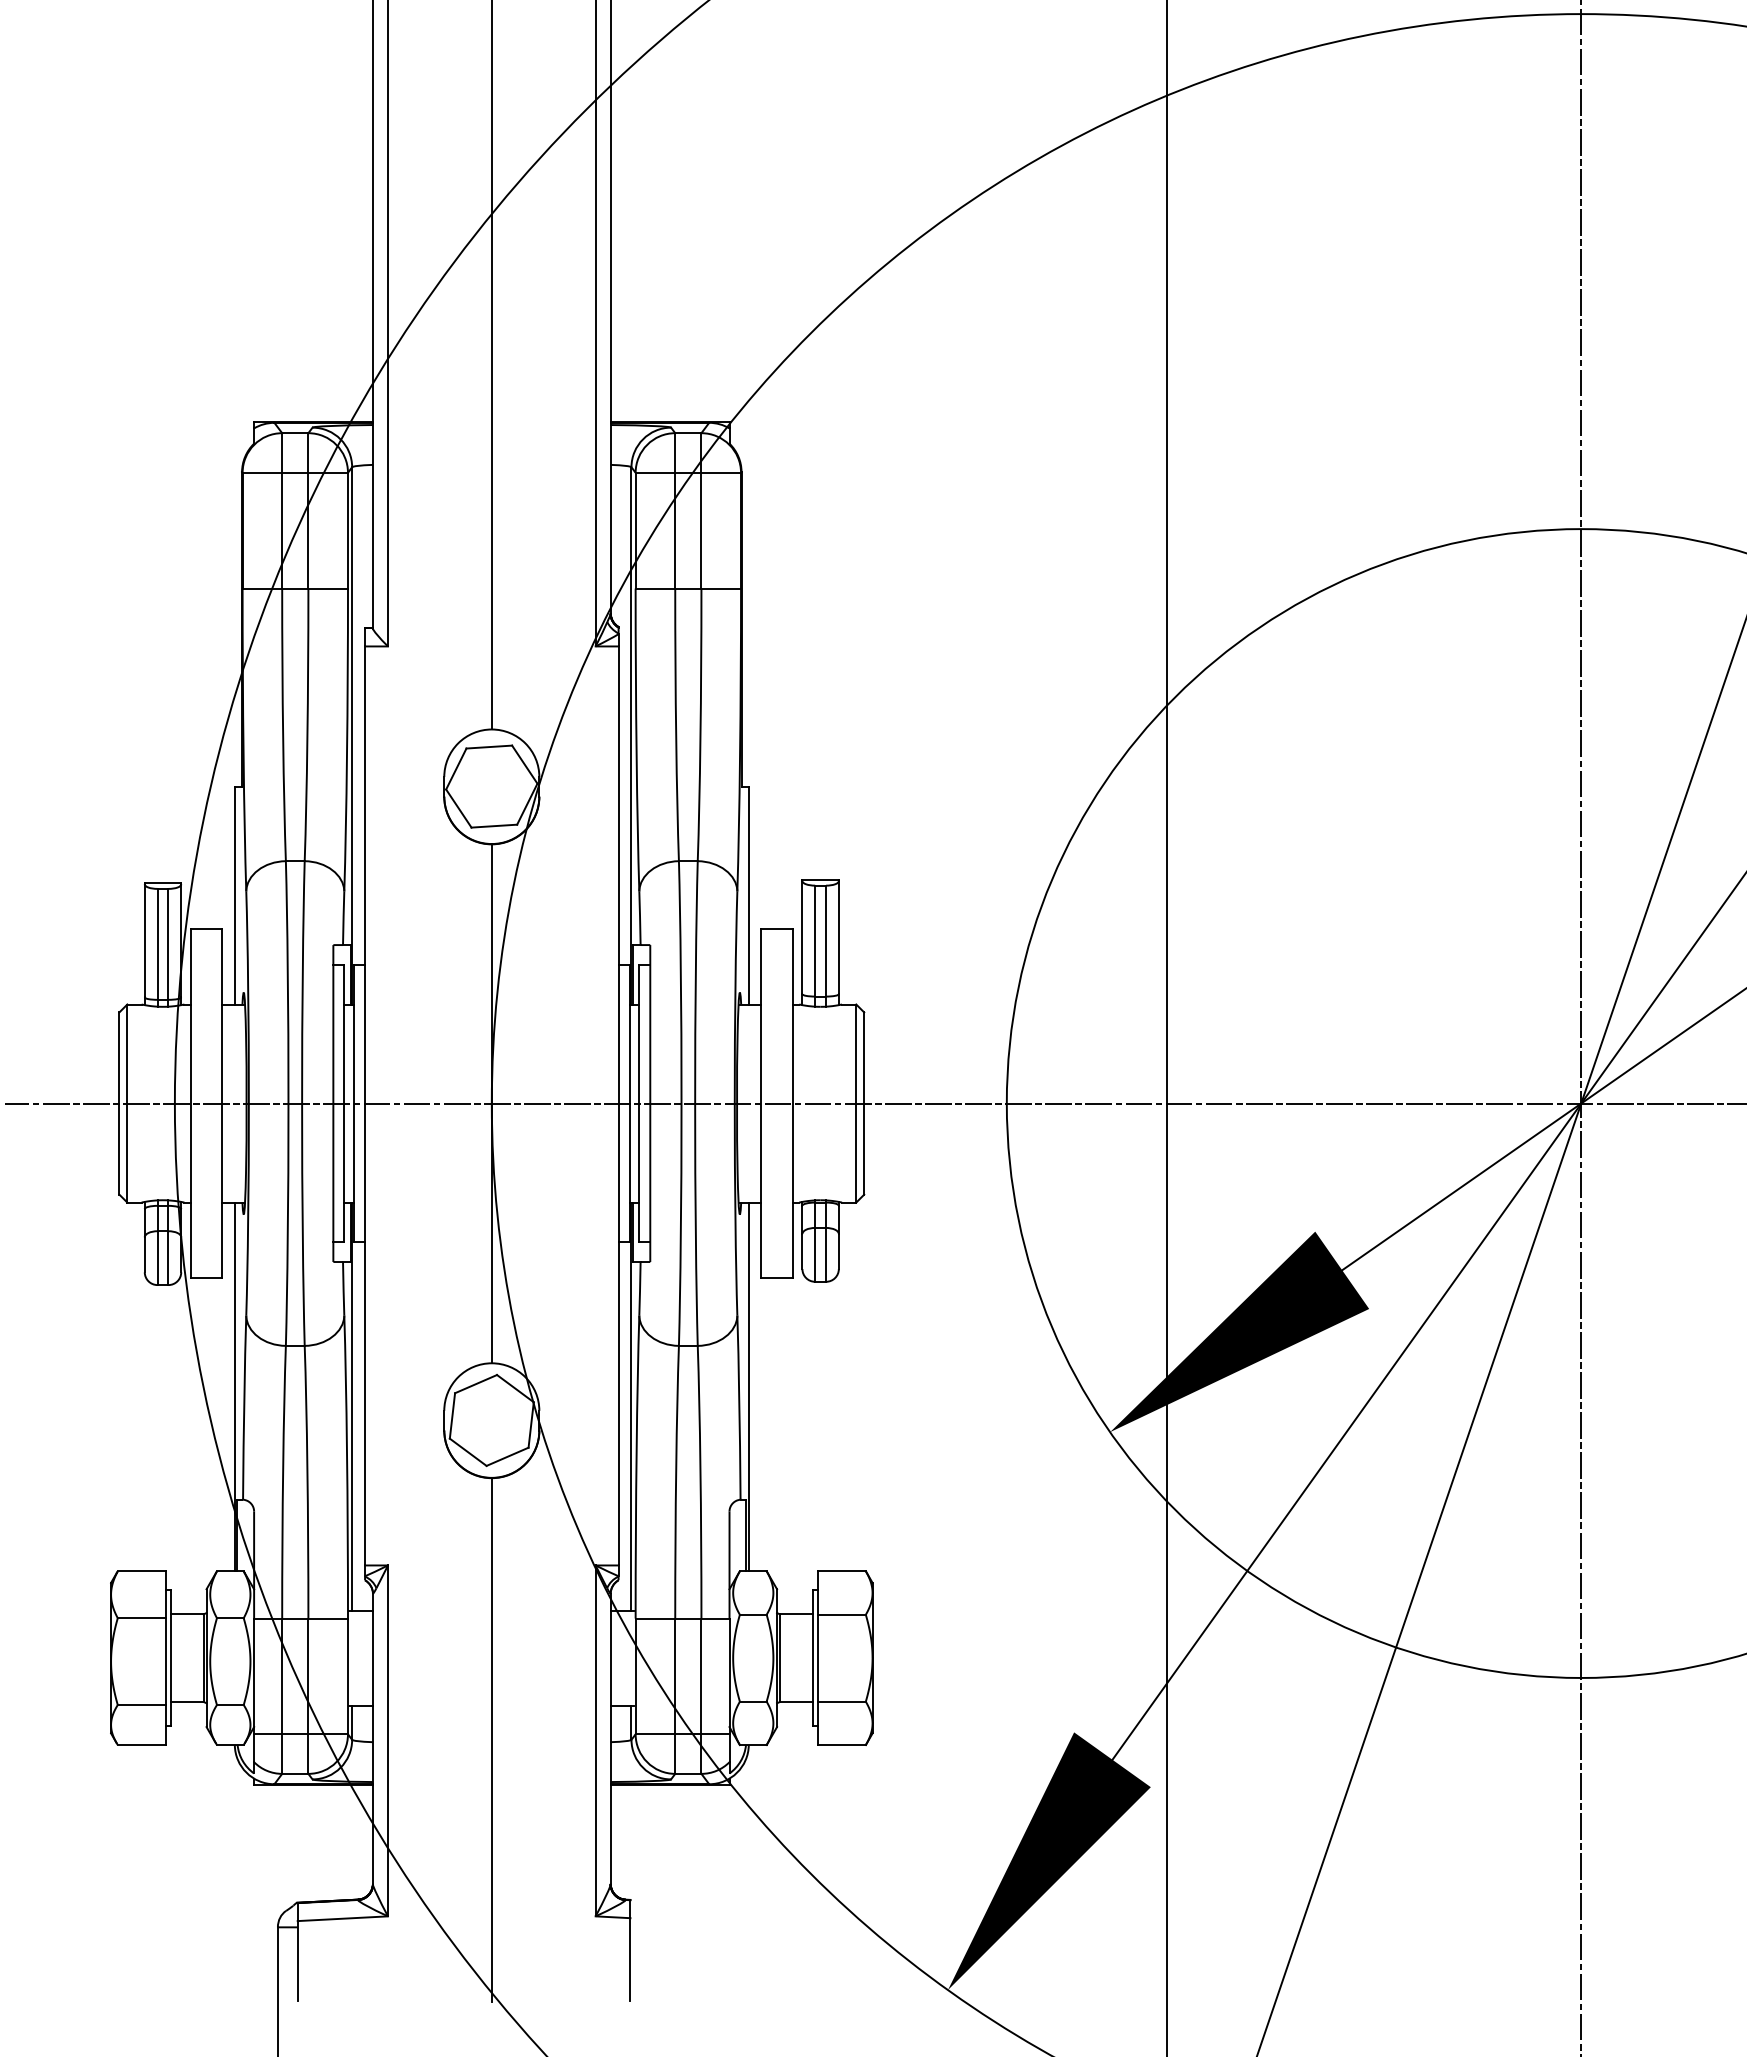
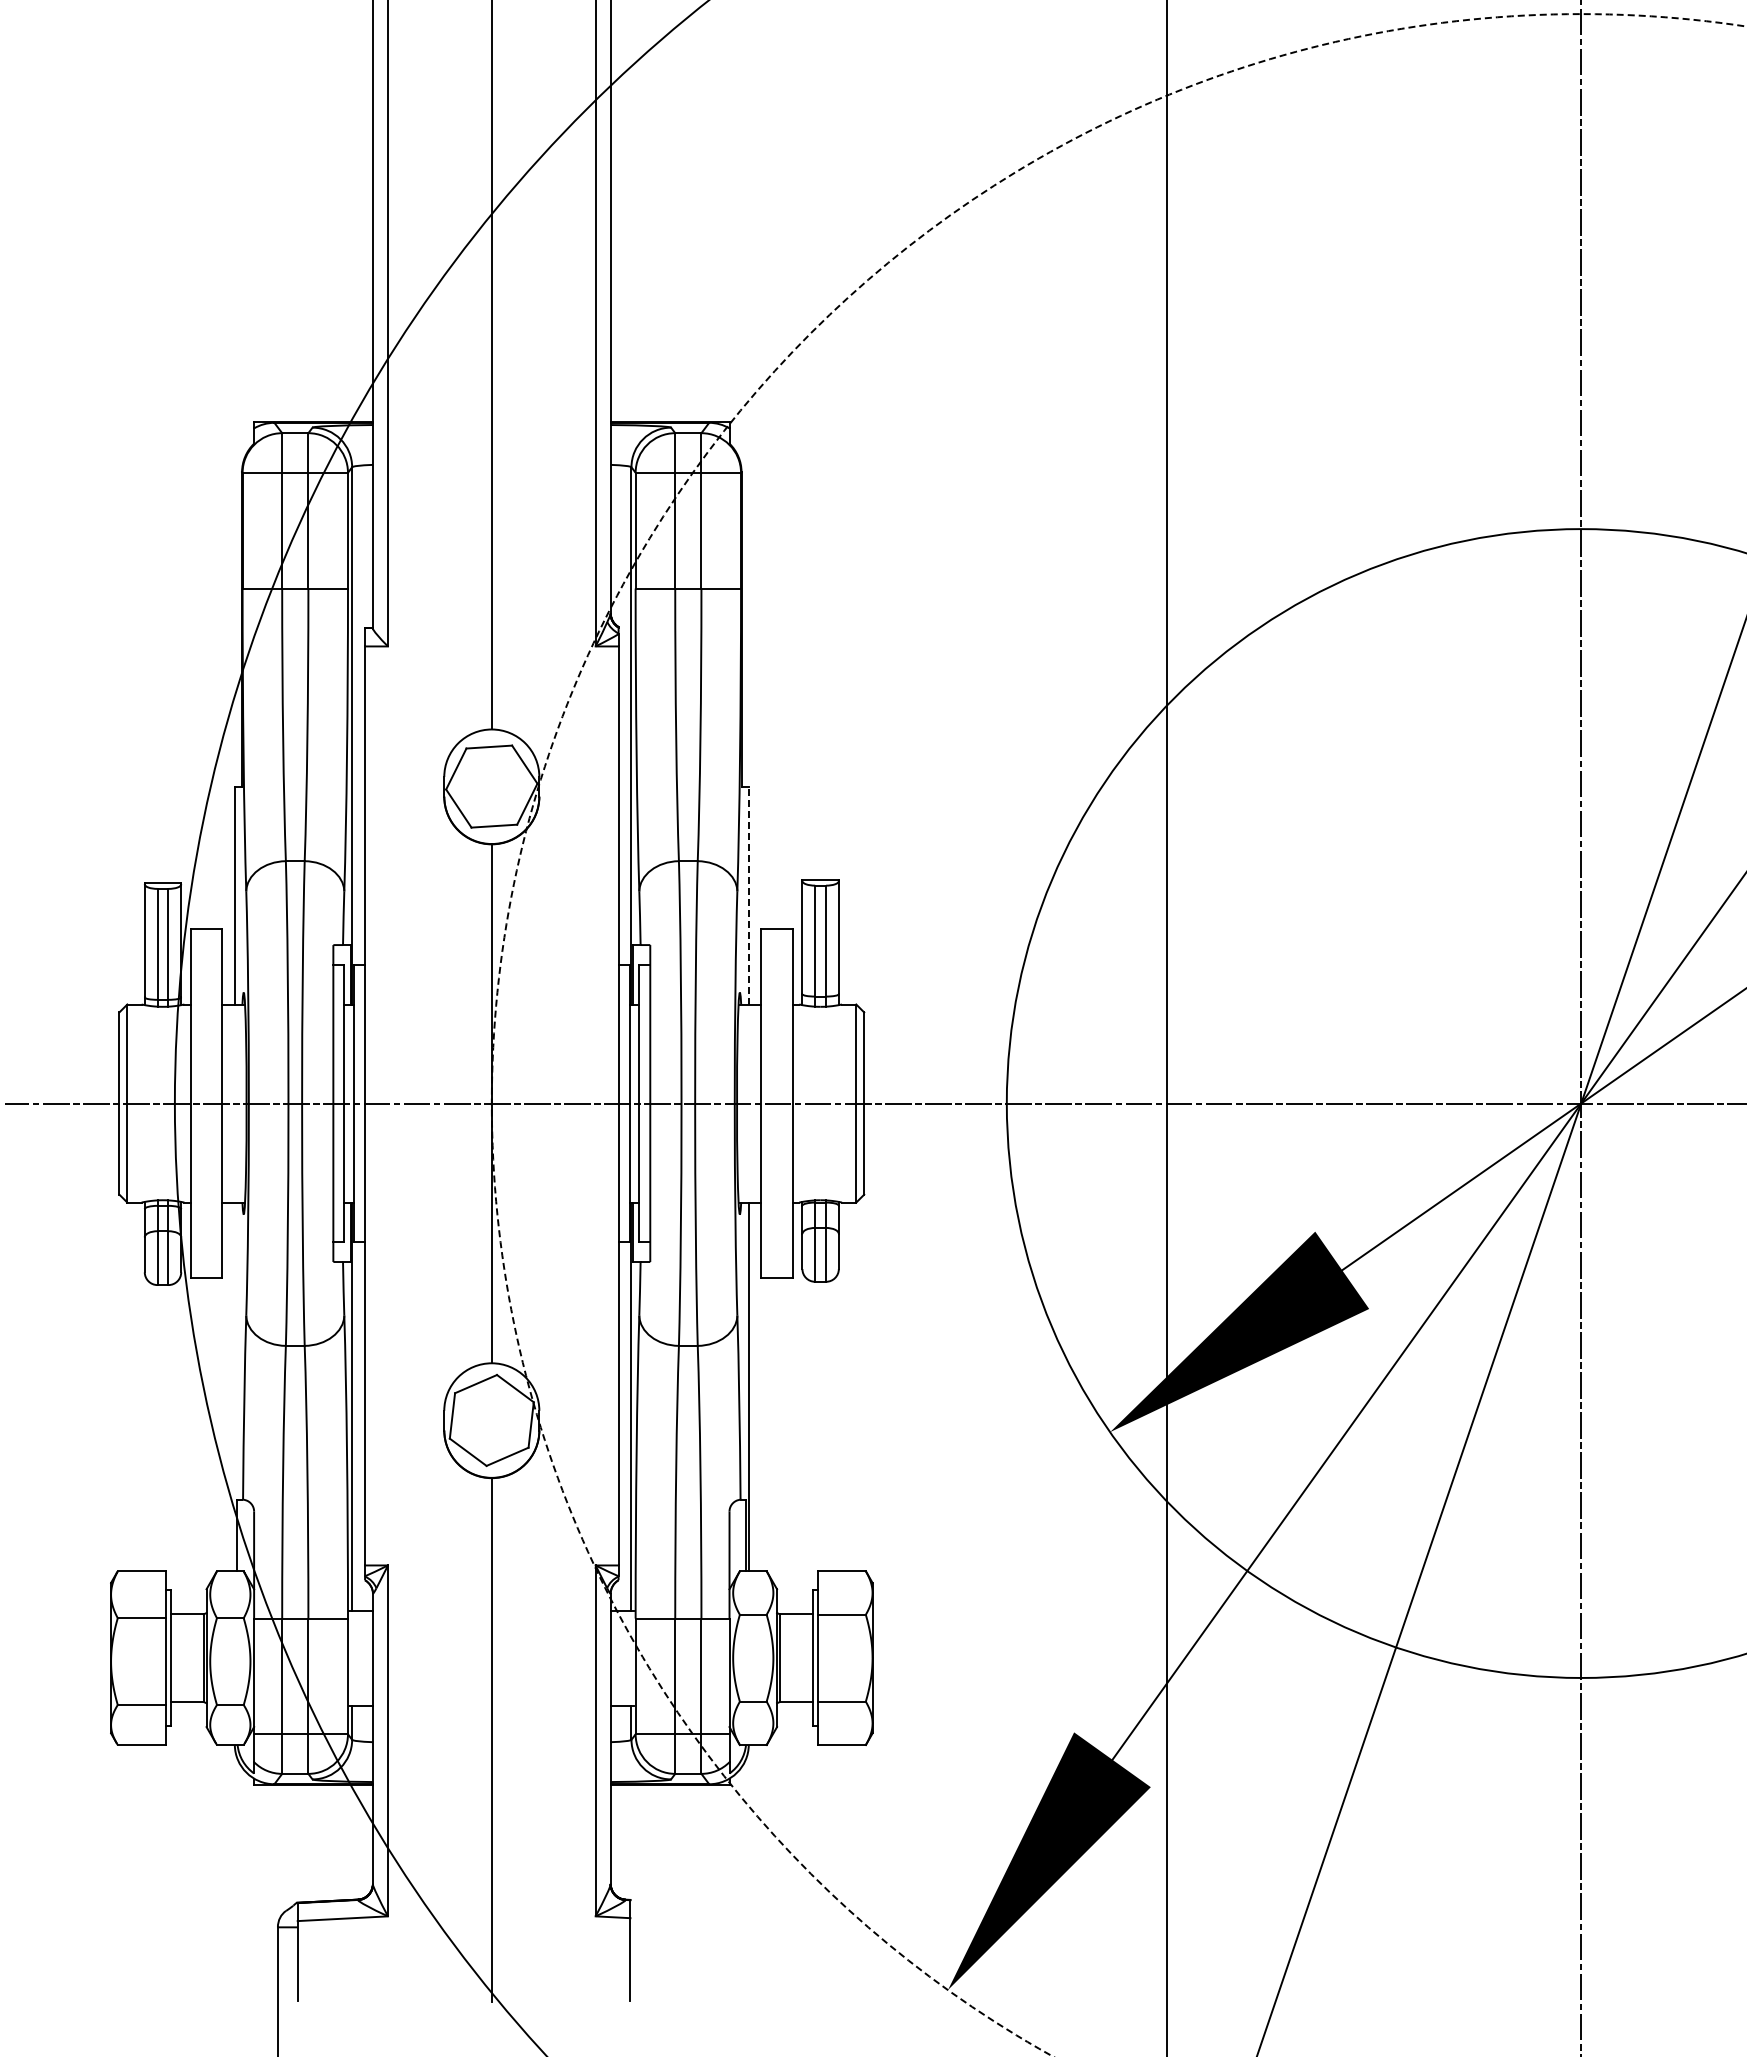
line at (748, 895): solid -> dashed
circle at (1118, 1035): solid -> dashed
line at (234, 1386): present -> none
